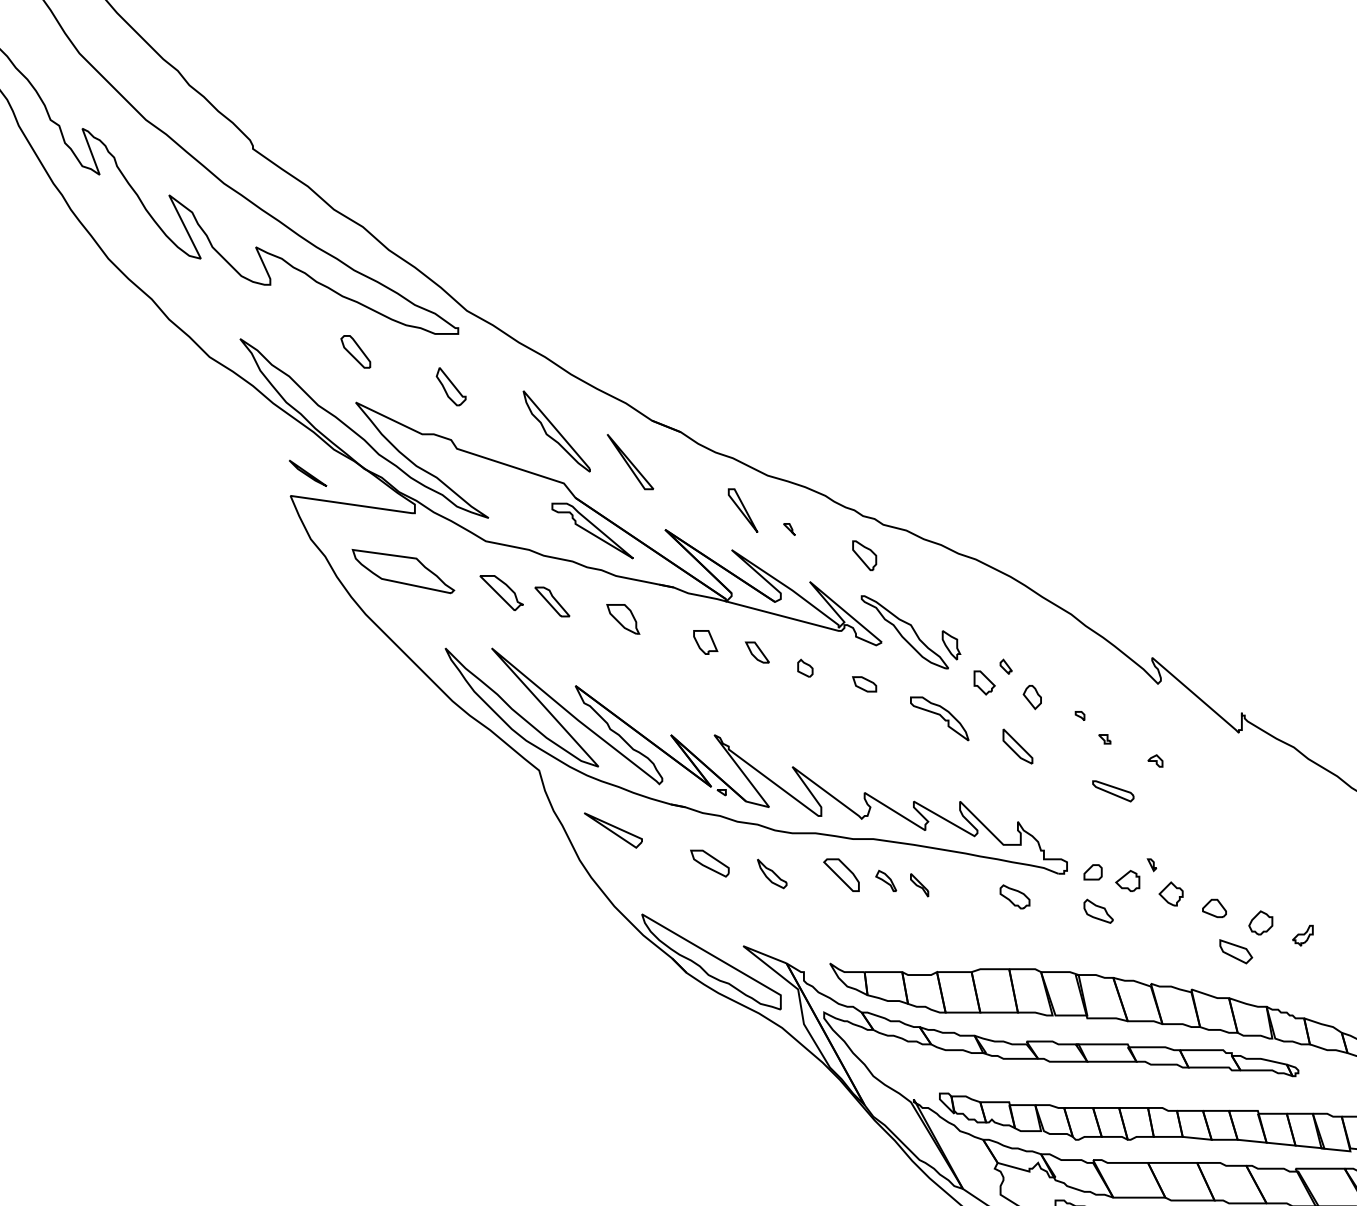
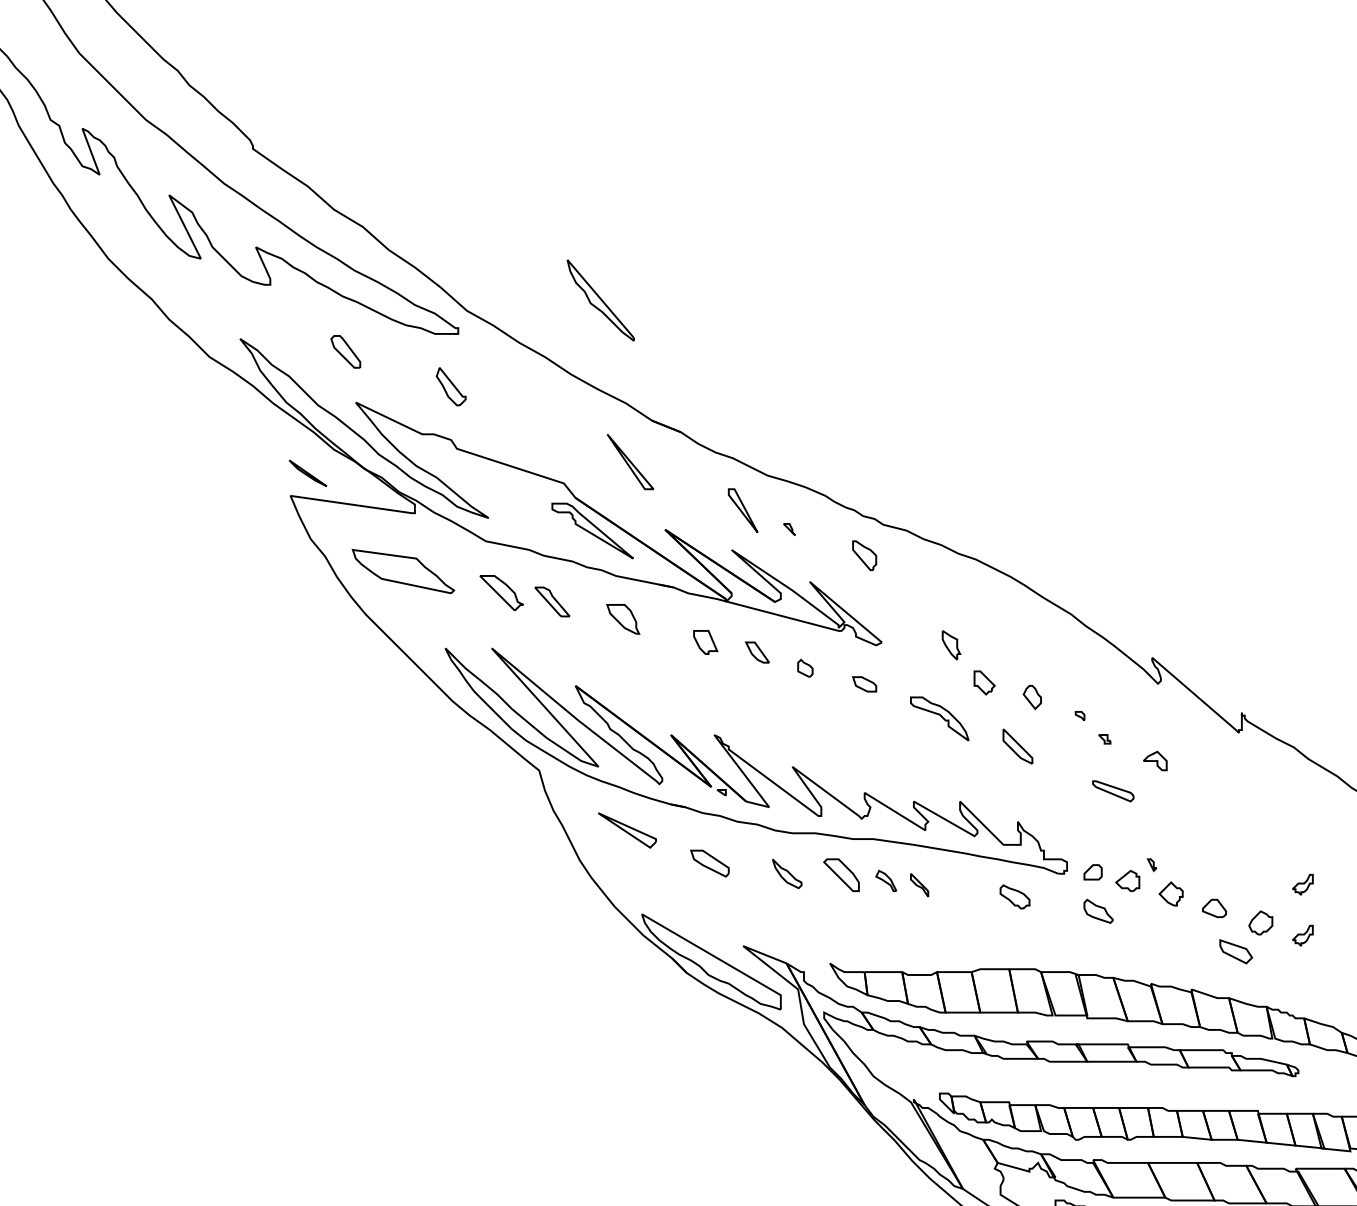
part at (355, 351) position: (355, 351) -> (345, 351)
part at (556, 431) position: (556, 431) -> (600, 300)
part at (904, 632): present -> none
part at (1005, 666): present -> none
part at (1155, 760) size: 17x14 px -> 25x22 px
part at (613, 830) position: (613, 830) -> (627, 830)
part at (772, 873) position: (772, 873) -> (787, 873)
part at (1302, 884): none -> present
